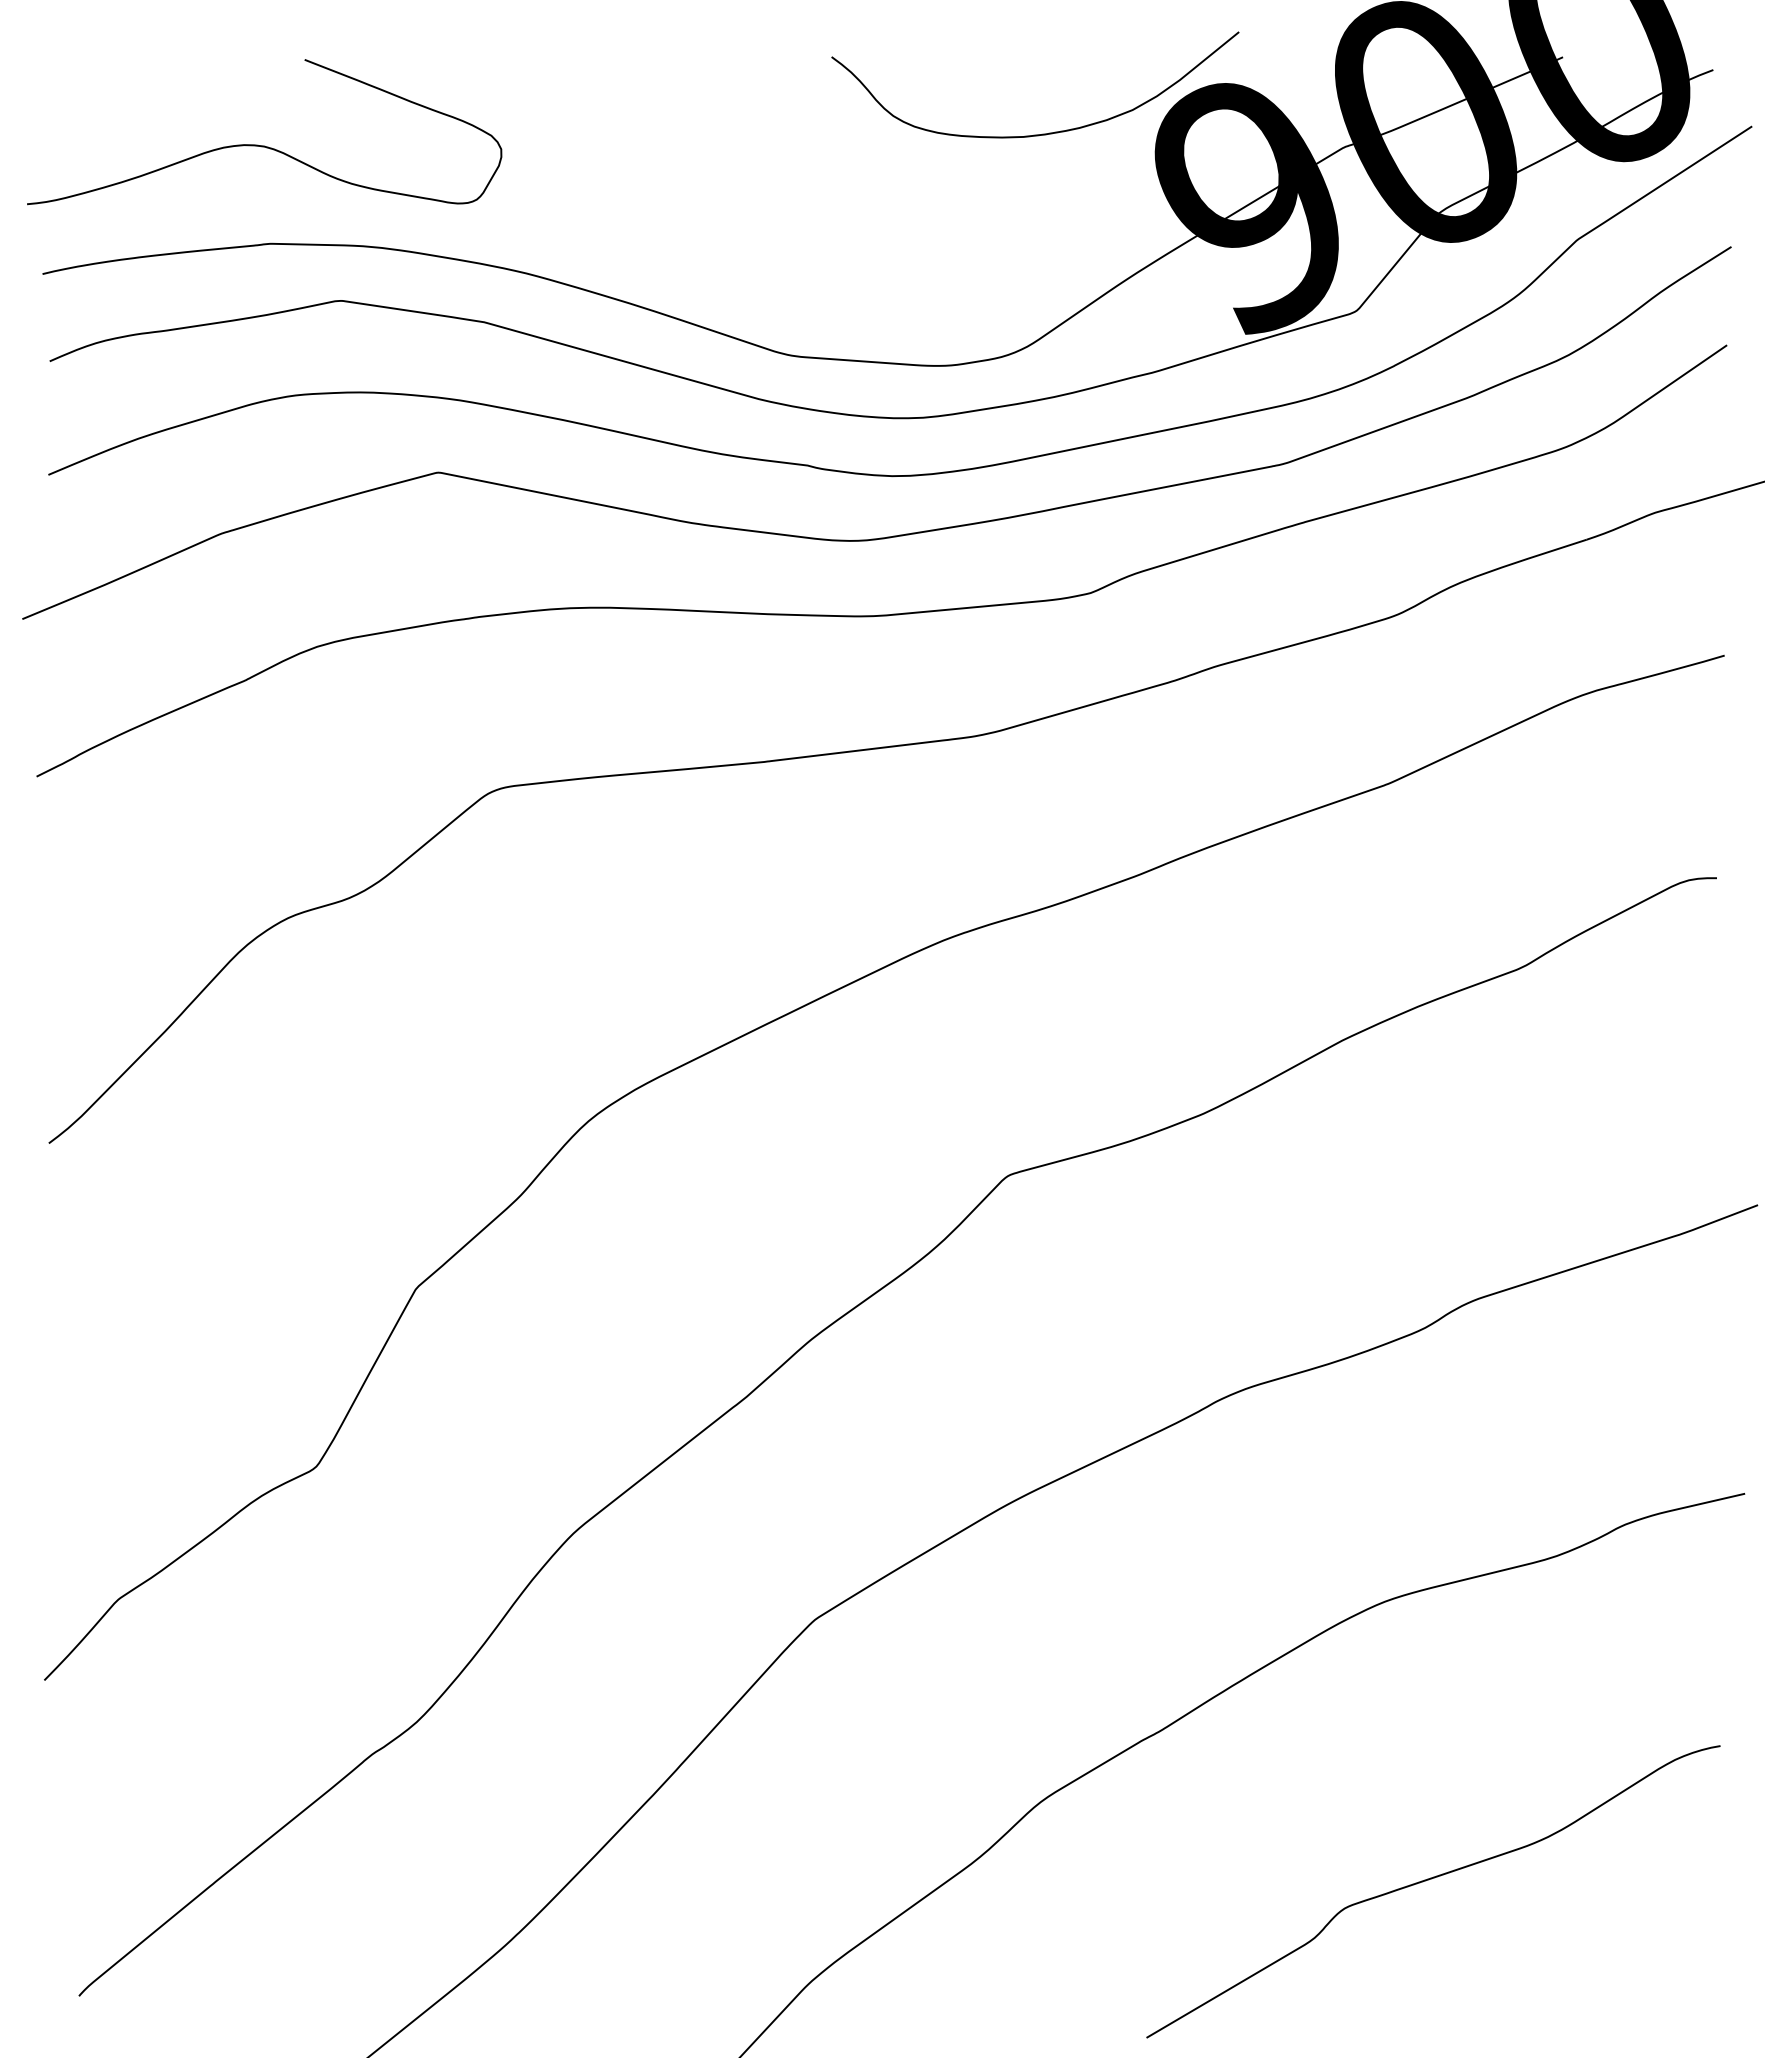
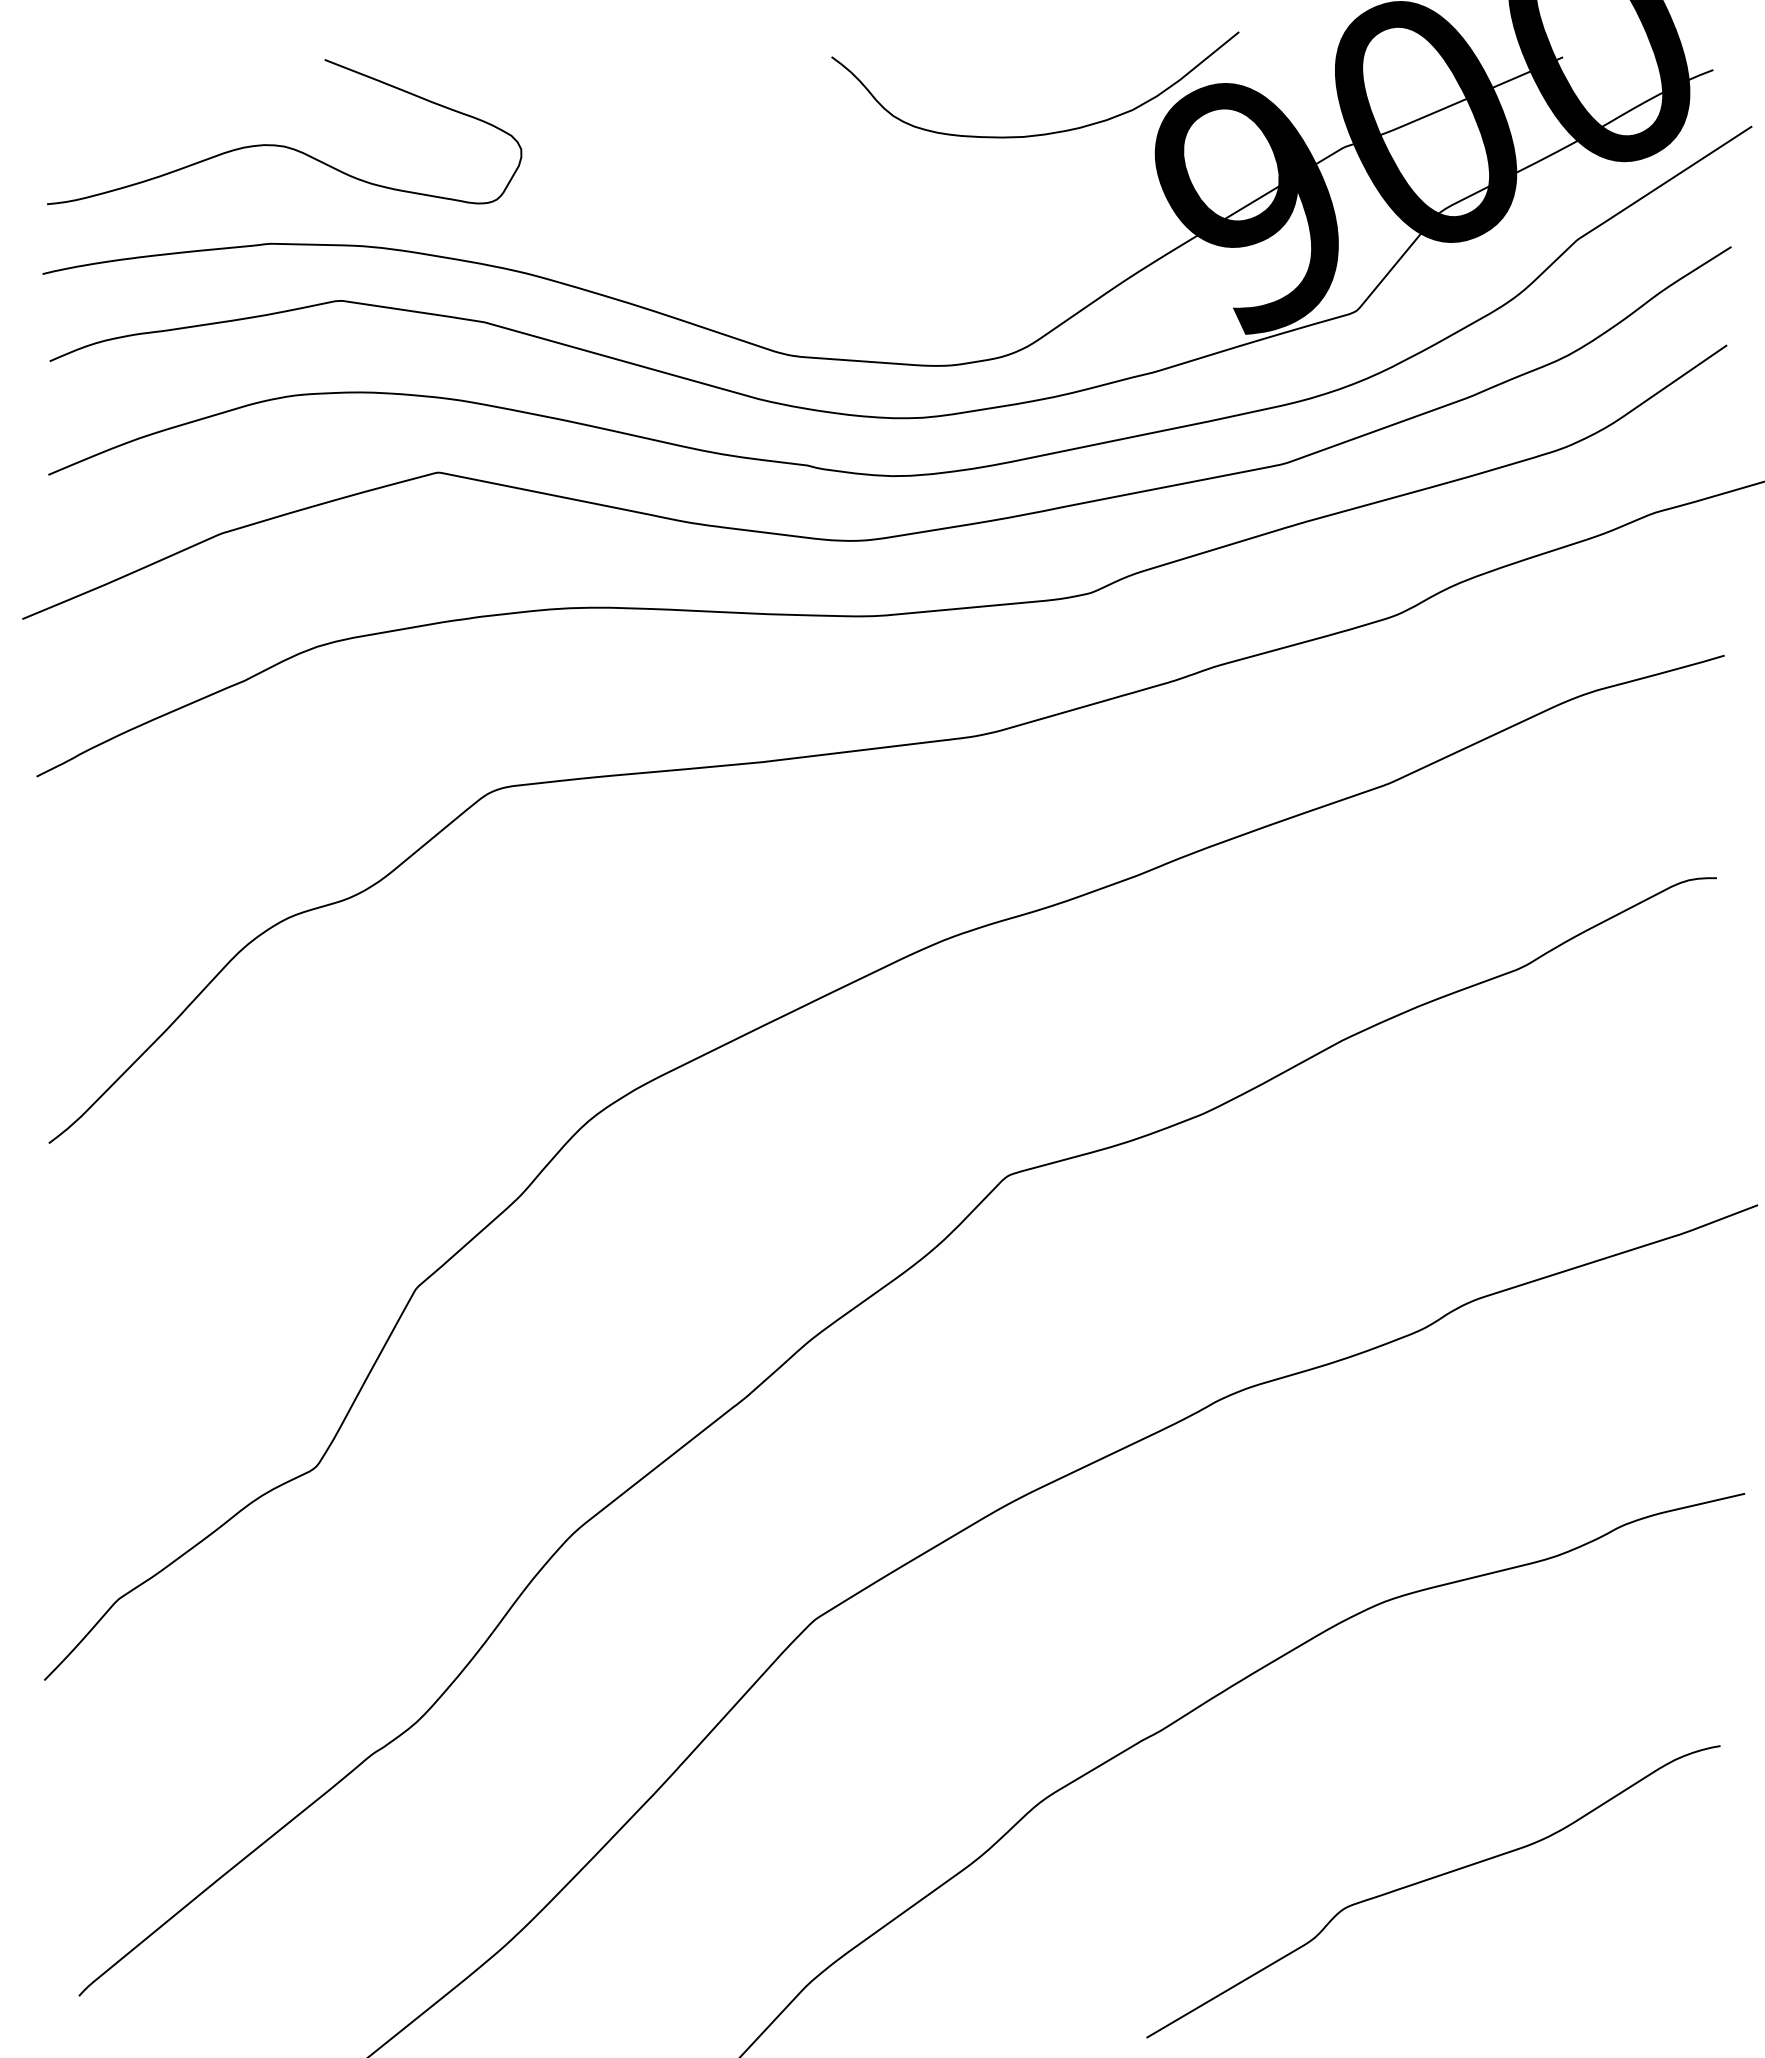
curve at (264, 145) position: (264, 145) -> (284, 145)
